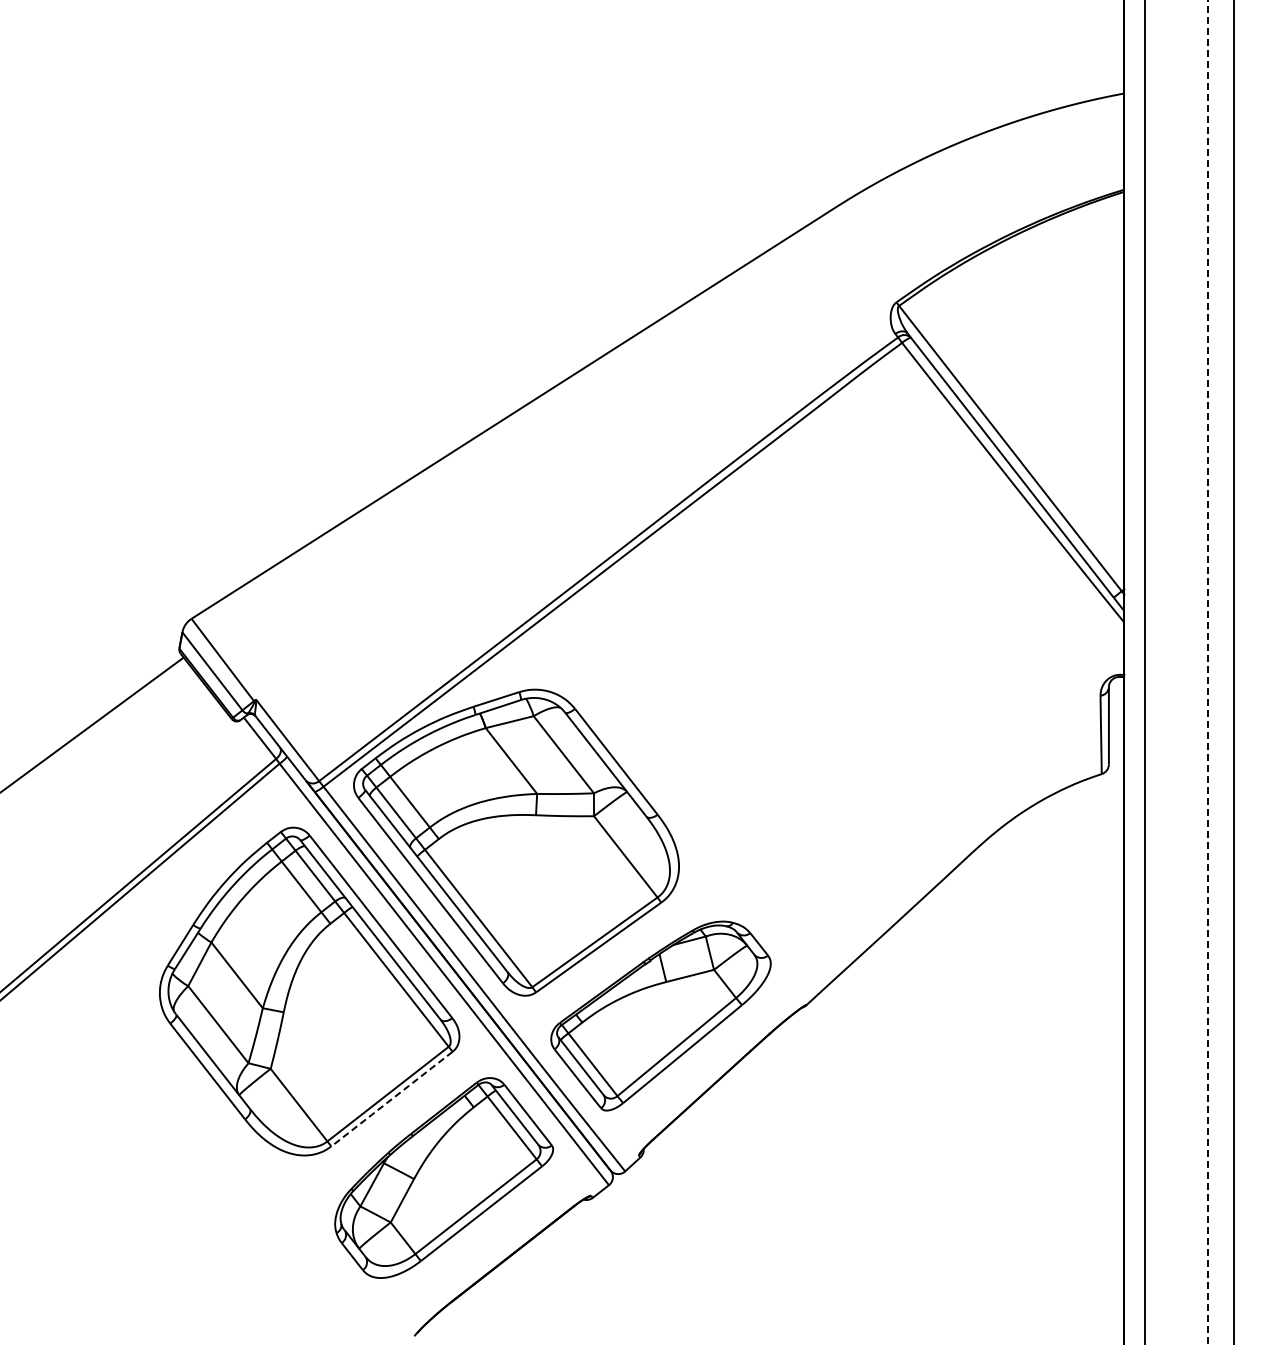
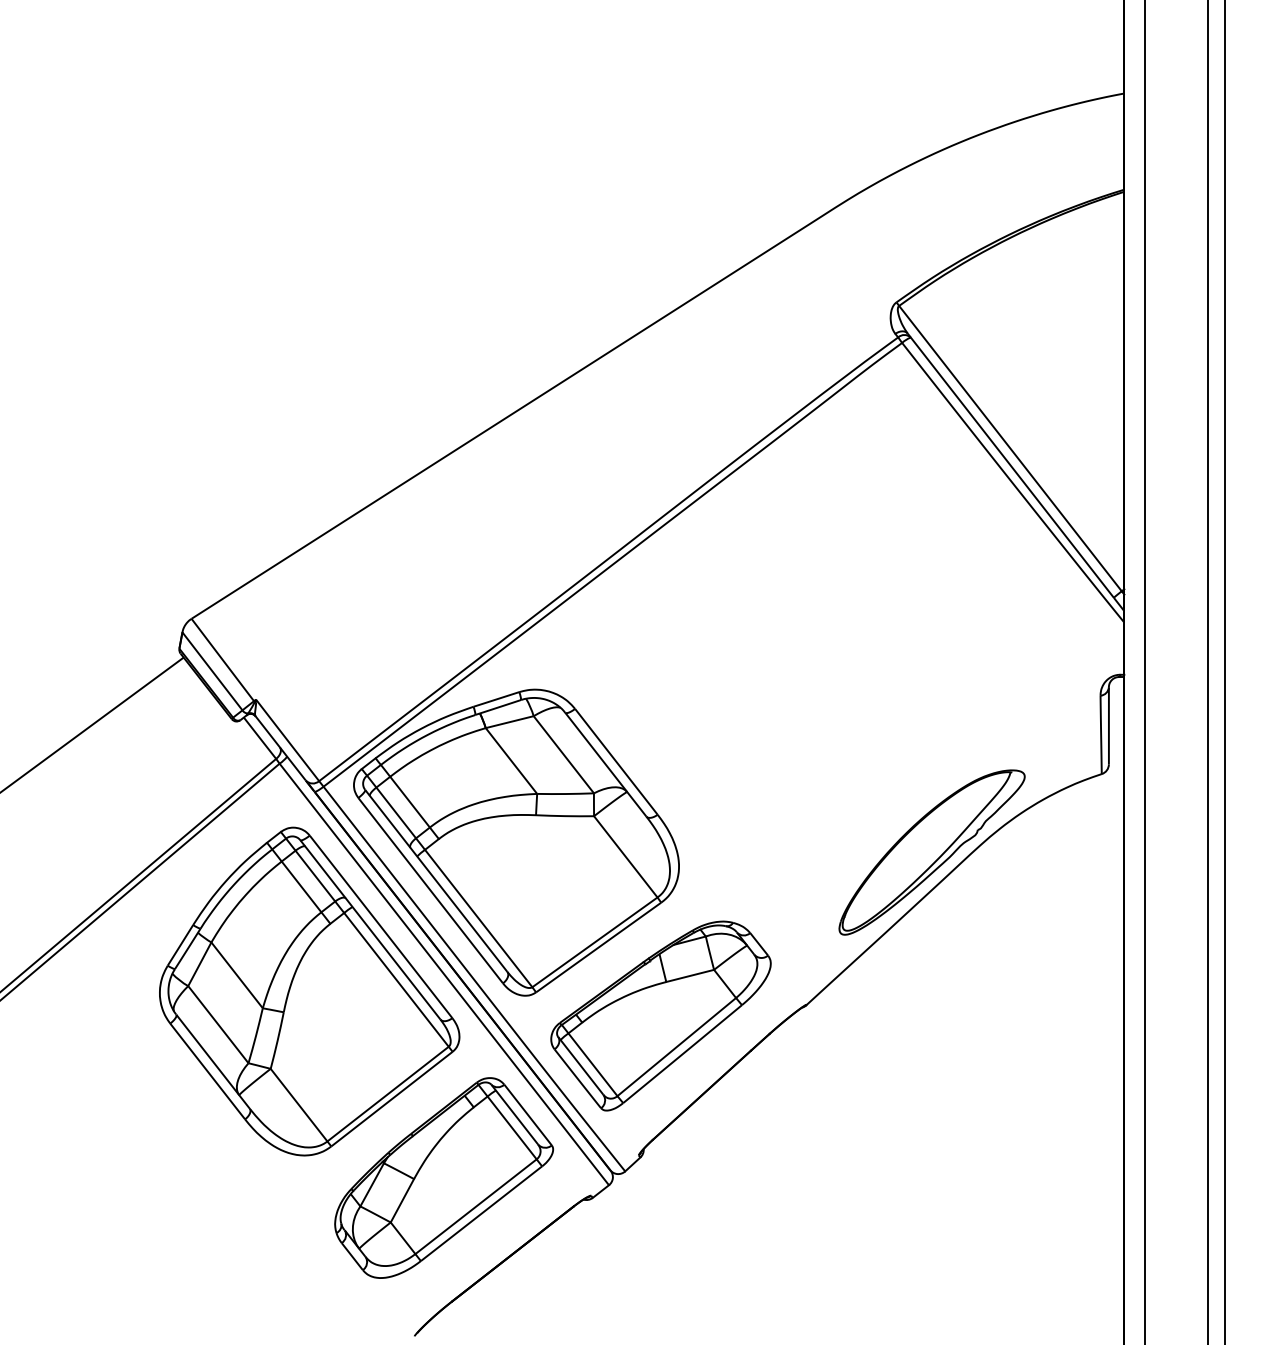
line at (1233, 671) position: (1233, 671) -> (1224, 671)
line at (1208, 672): dashed -> solid
part at (931, 852): none -> present
line at (392, 1099): dashed -> solid
